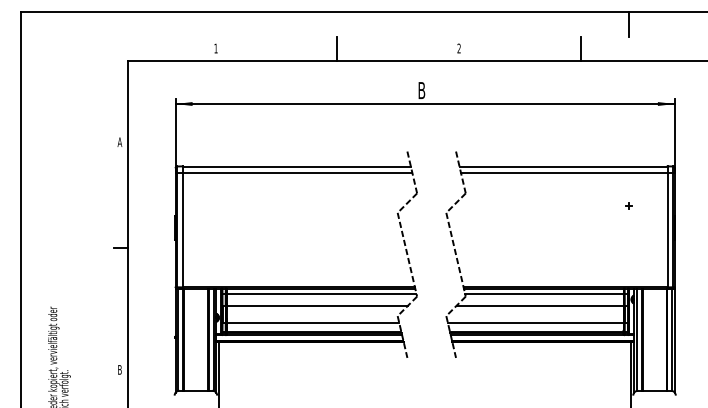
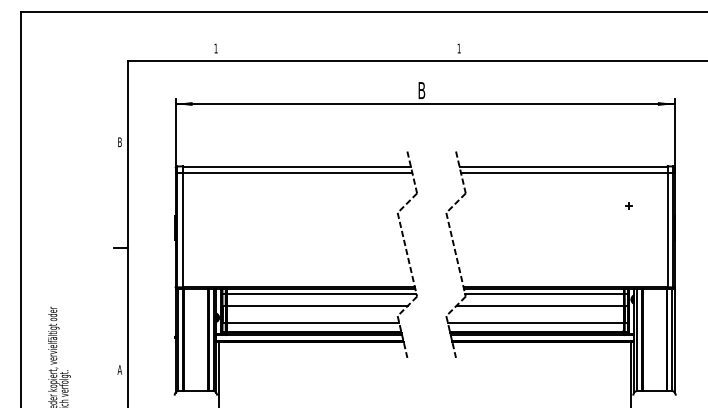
line at (629, 24): present -> none
line at (337, 48): present -> none
text at (458, 48): 2 -> 1
line at (580, 48): present -> none
text at (119, 142): A -> B
text at (119, 369): B -> A
